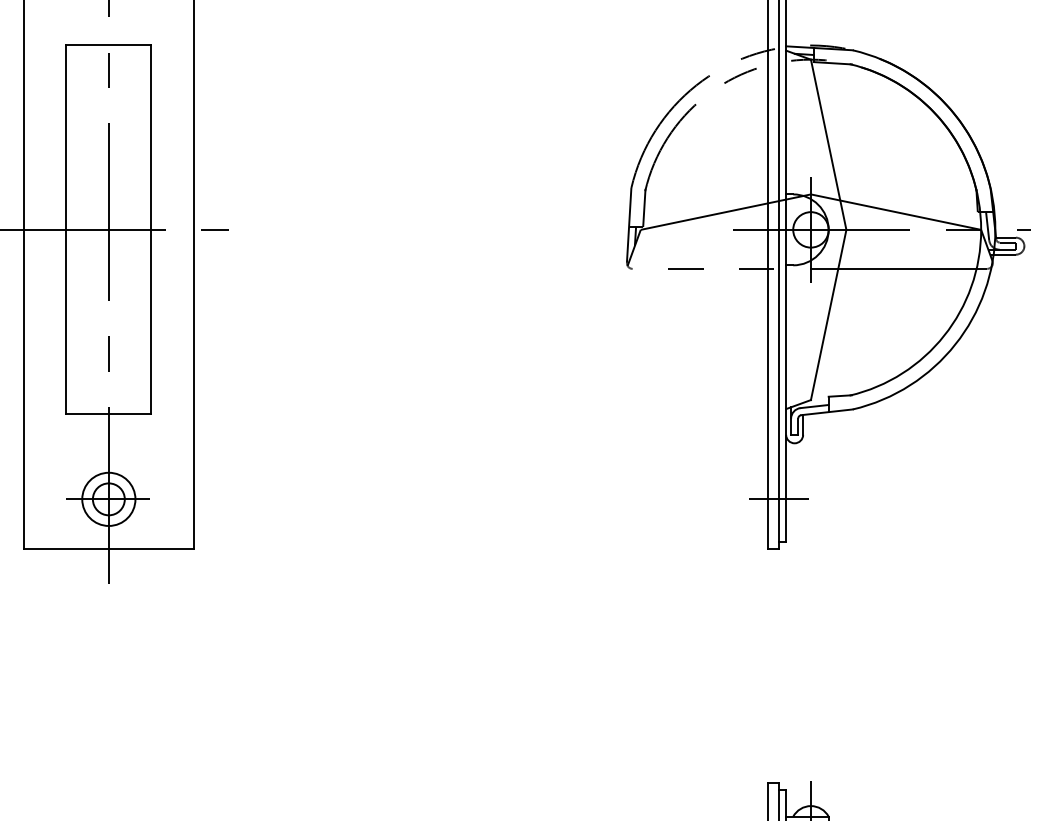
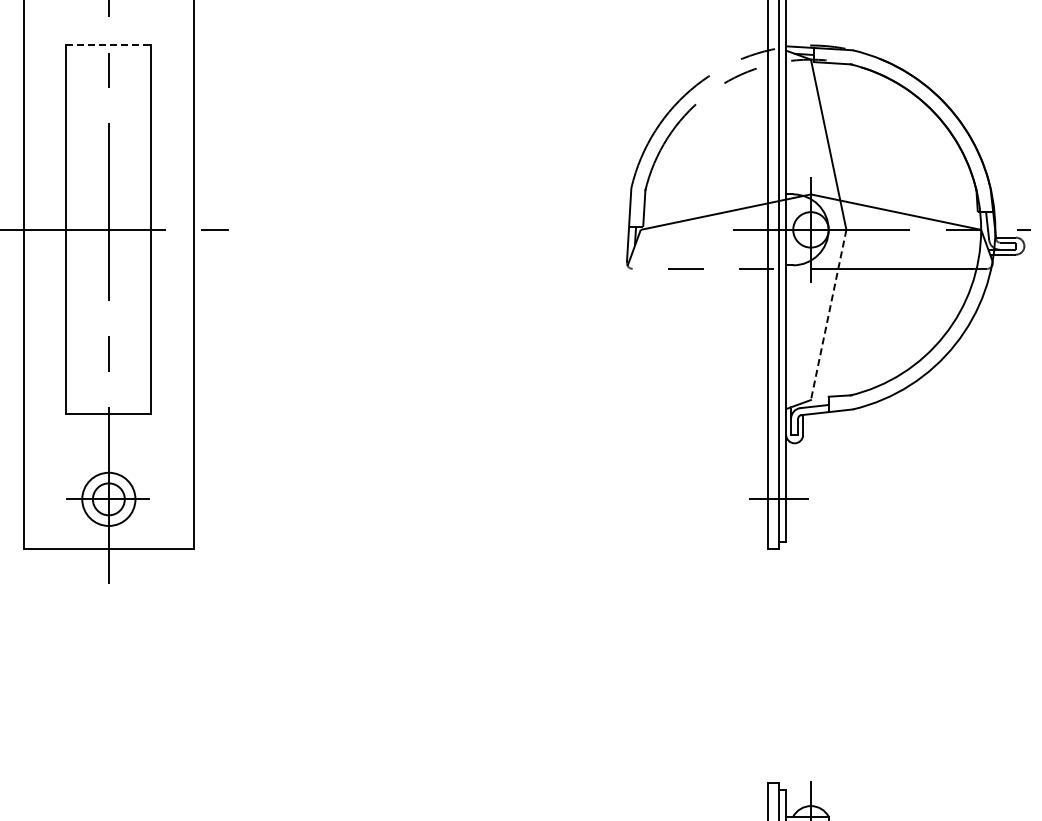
line at (108, 45): solid -> dashed
line at (828, 314): solid -> dashed
